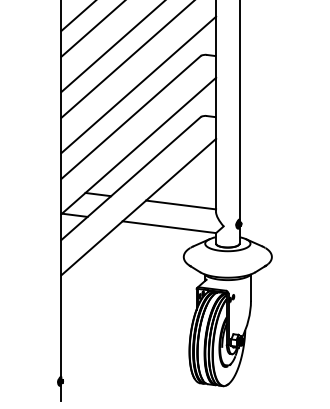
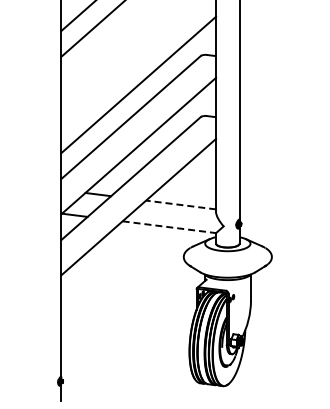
line at (112, 47): present -> none
line at (126, 59): present -> none
line at (180, 204): solid -> dashed
line at (169, 227): solid -> dashed
